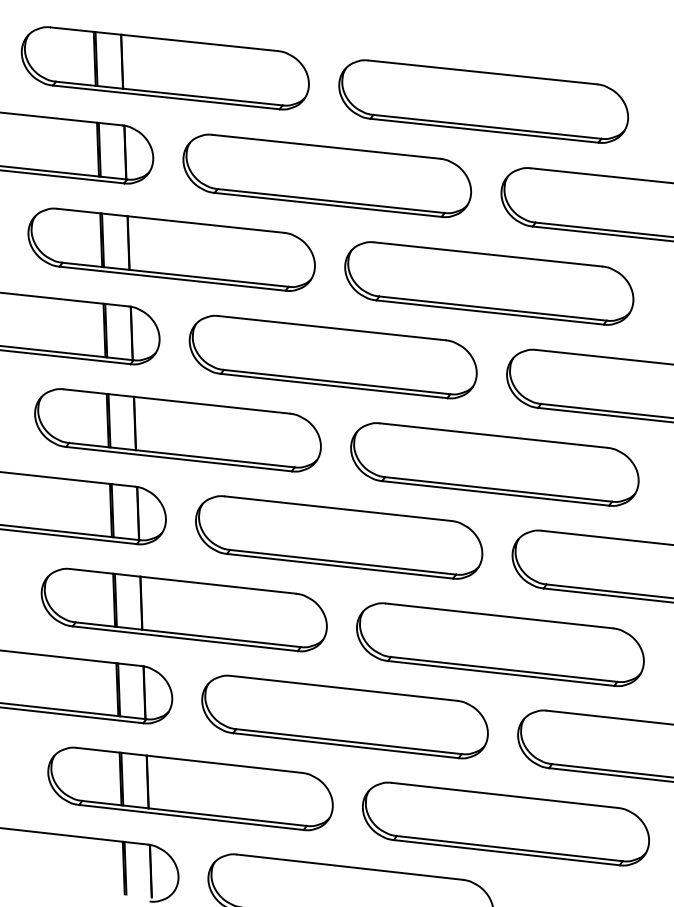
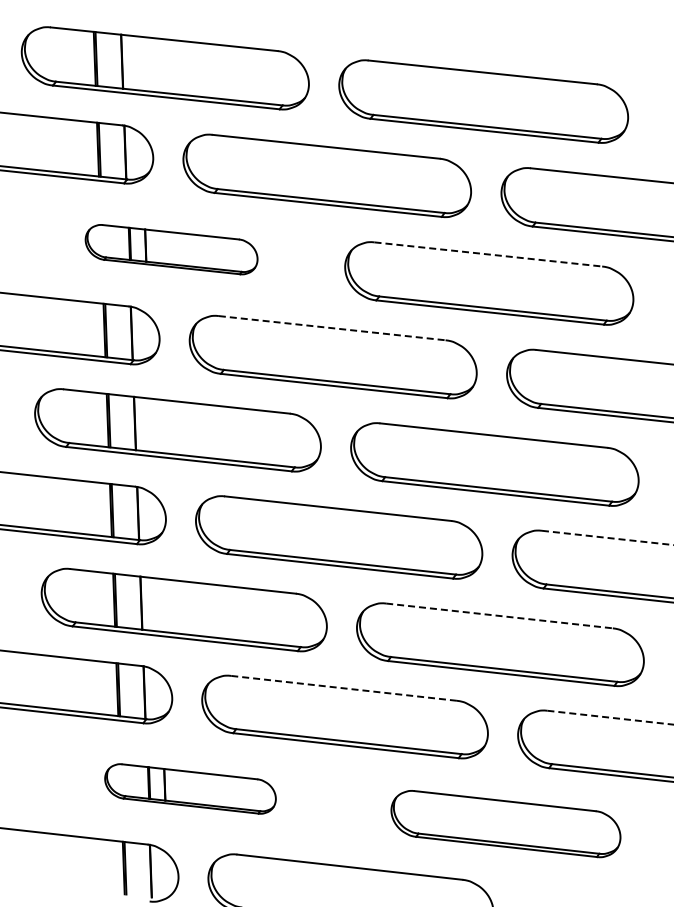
part at (171, 249) size: 289x85 px -> 175x52 px
line at (488, 254): solid -> dashed
line at (332, 328): solid -> dashed
line at (607, 537): solid -> dashed
line at (499, 615): solid -> dashed
line at (344, 688): solid -> dashed
line at (610, 717): solid -> dashed
part at (190, 788) size: 287x86 px -> 173x52 px
part at (505, 823) size: 288x86 px -> 232x69 px
